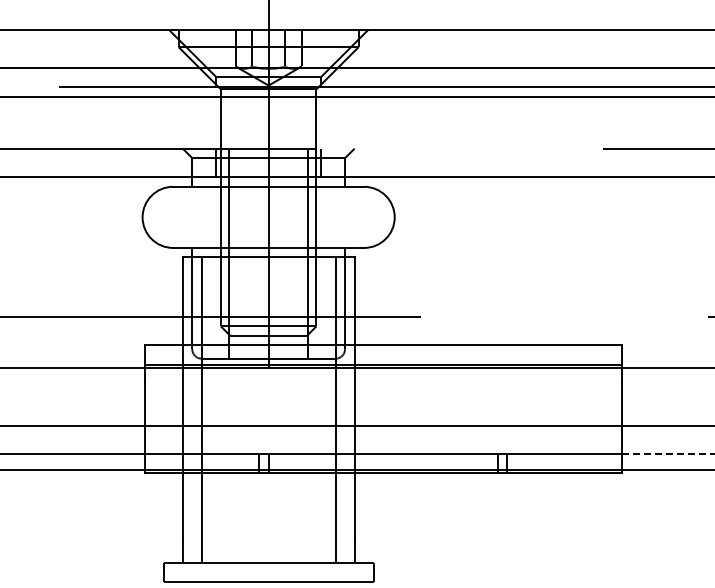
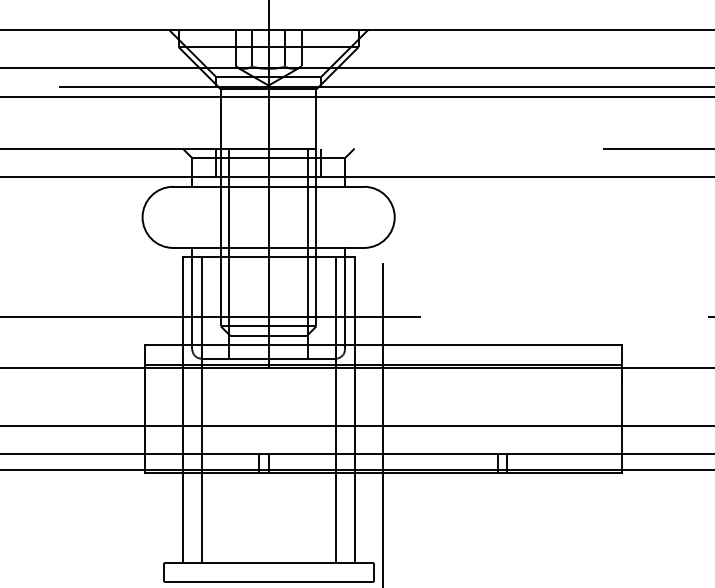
line at (383, 423): none -> present
line at (668, 454): dashed -> solid
